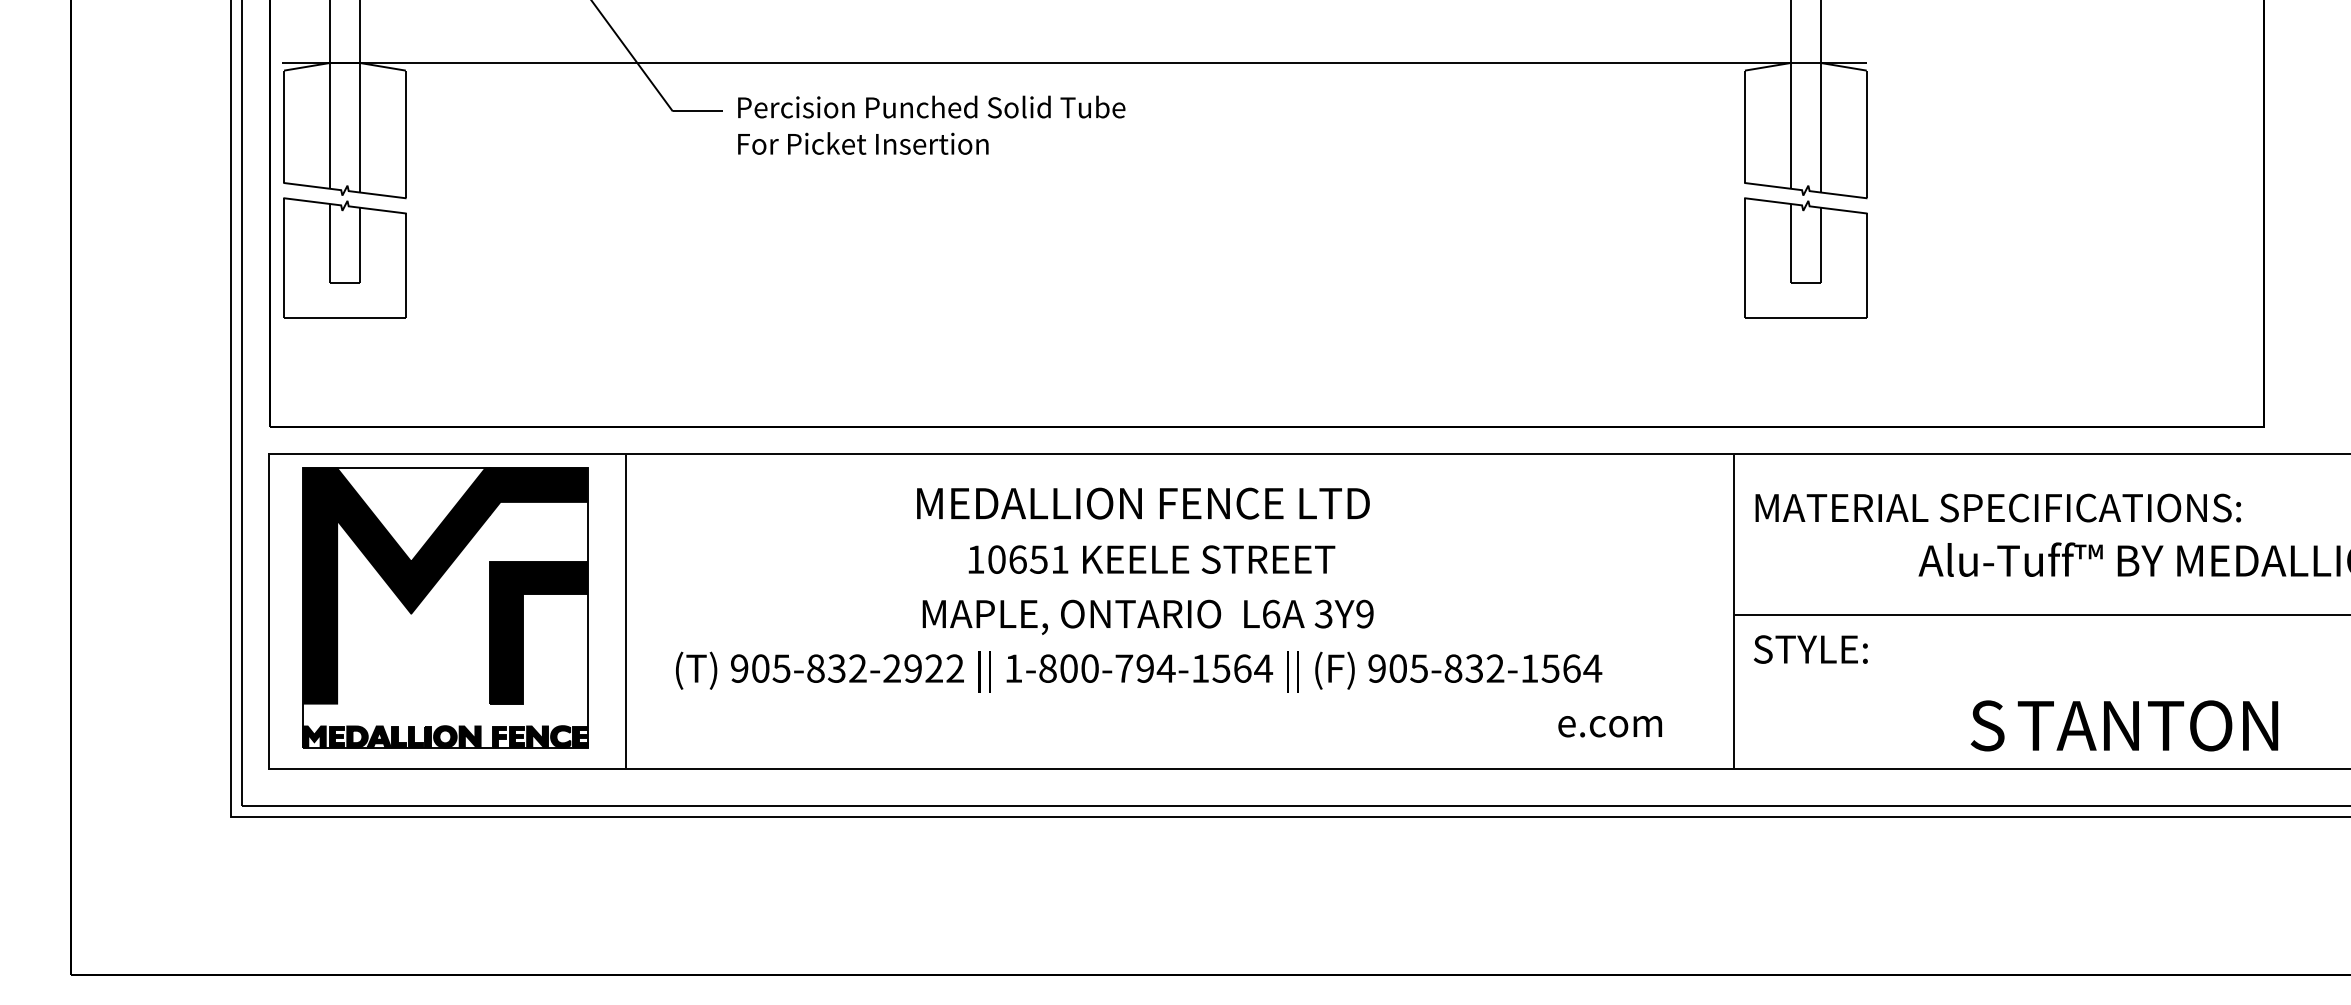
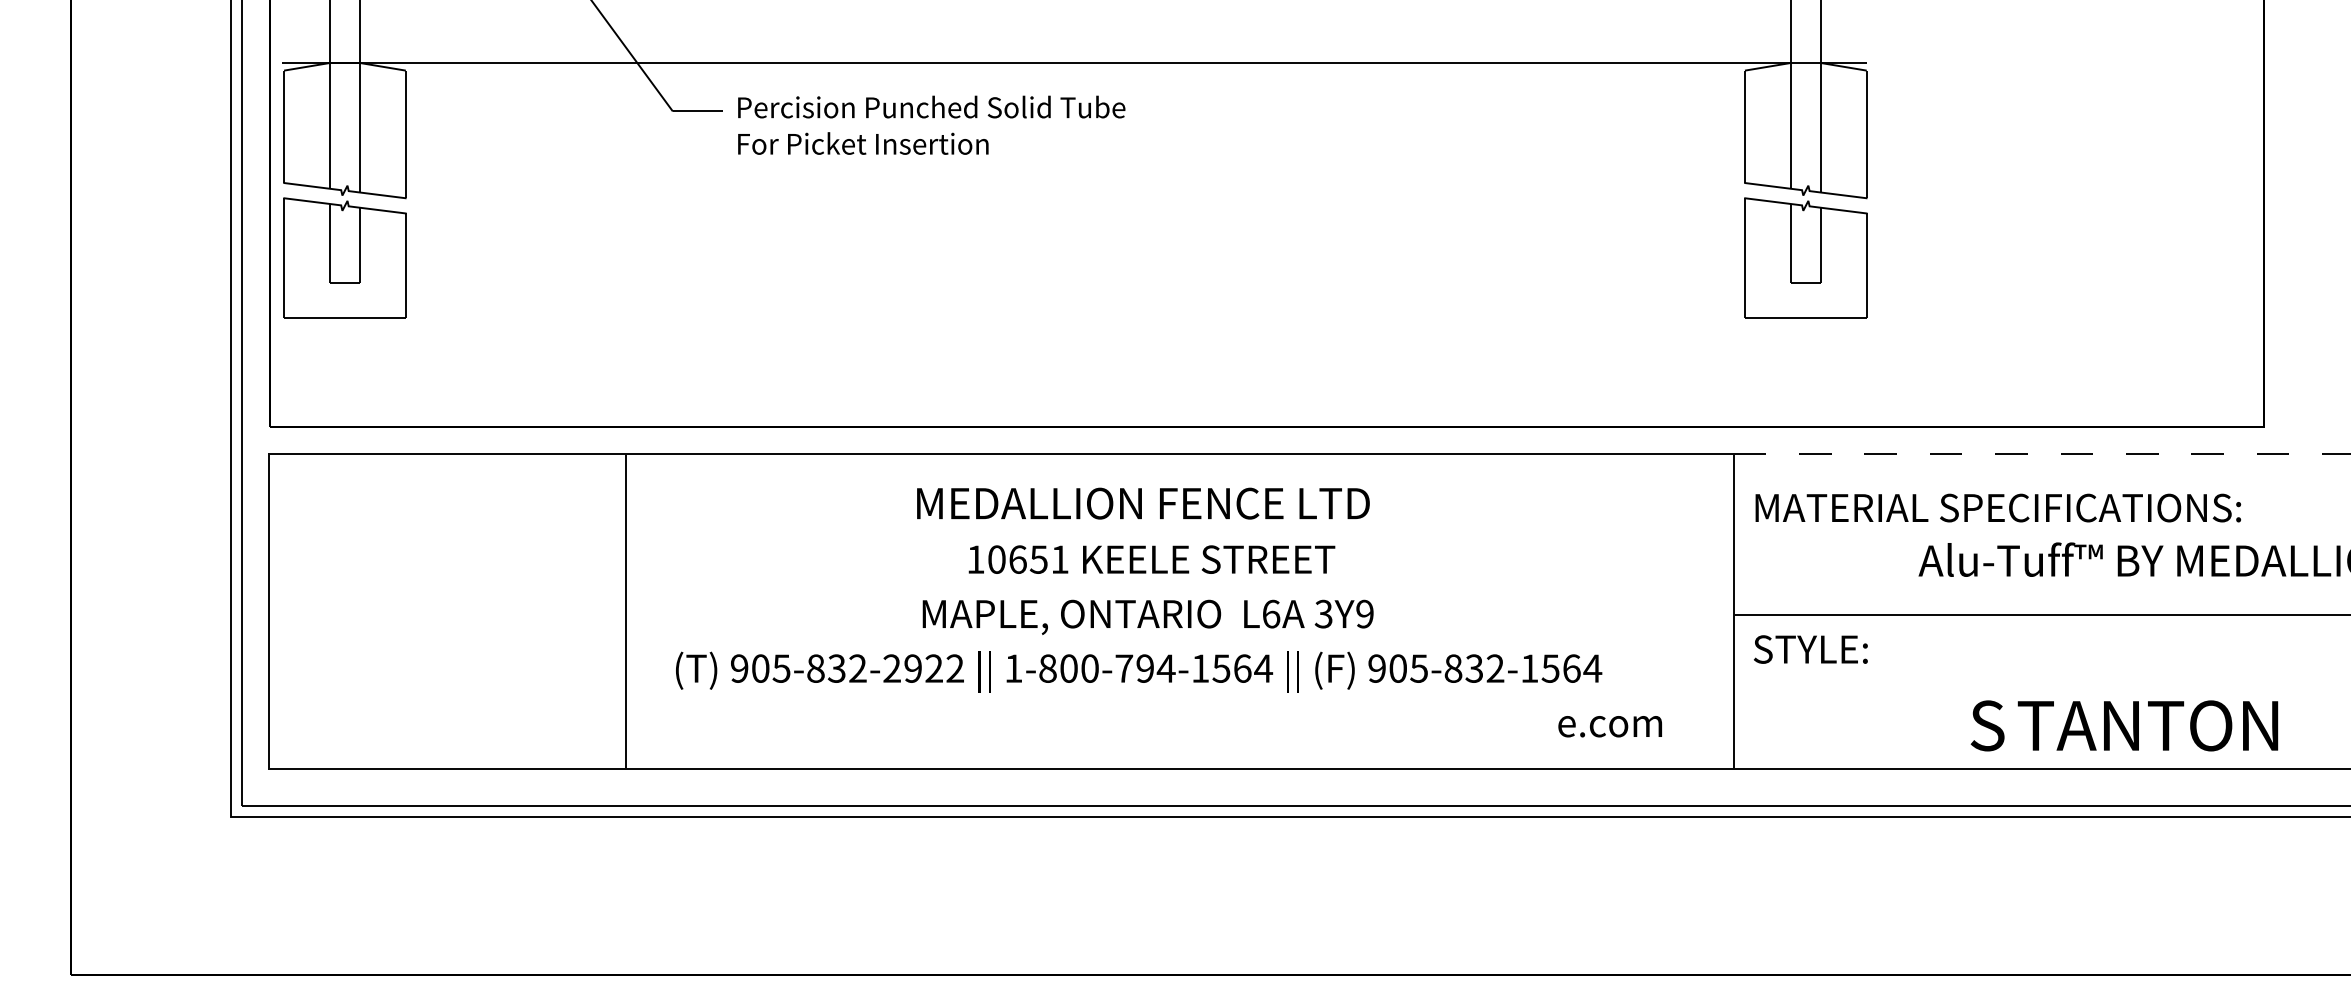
line at (2042, 453): solid -> dashed
part at (445, 607): present -> none
